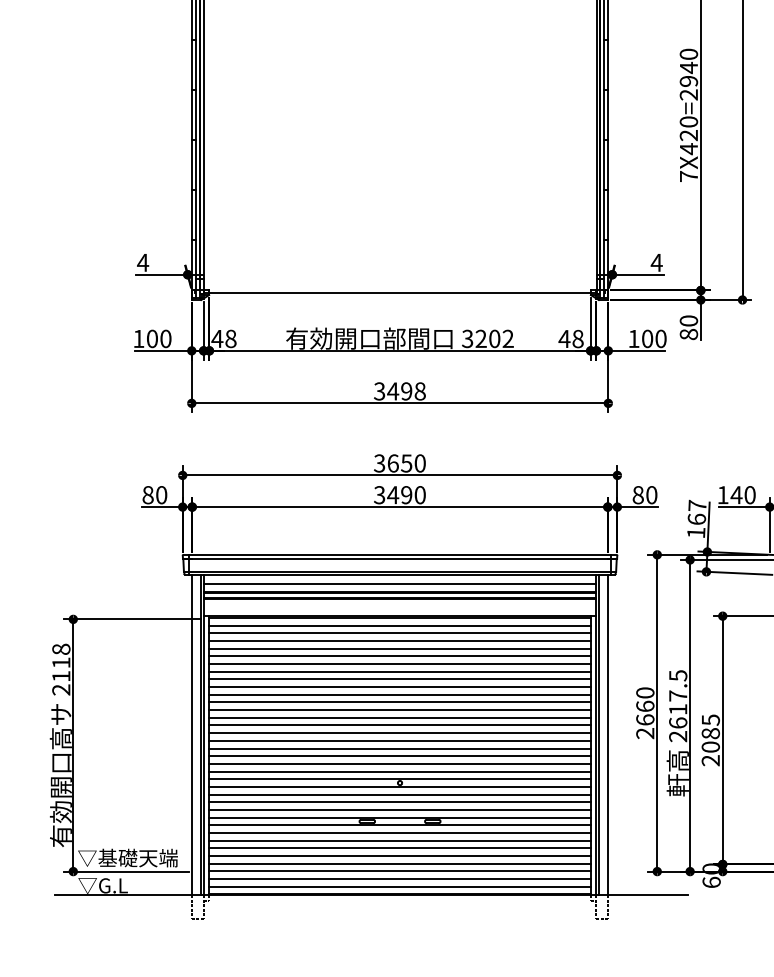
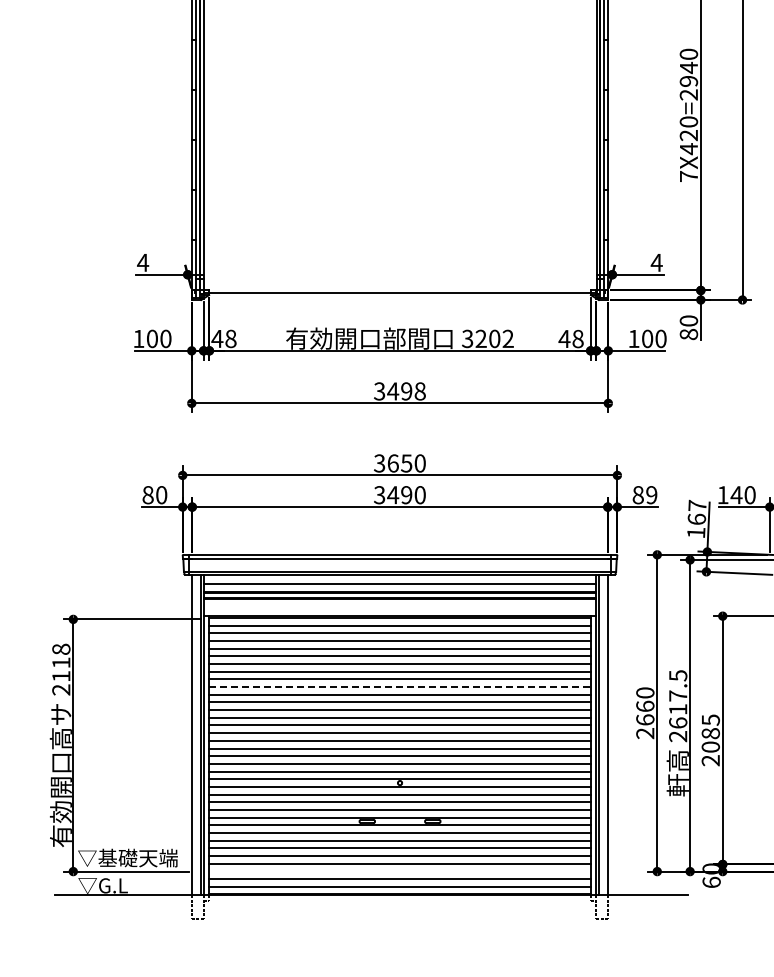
text at (651, 495): 80 -> 89
line at (400, 687): solid -> dashed
line at (399, 871): present -> none
